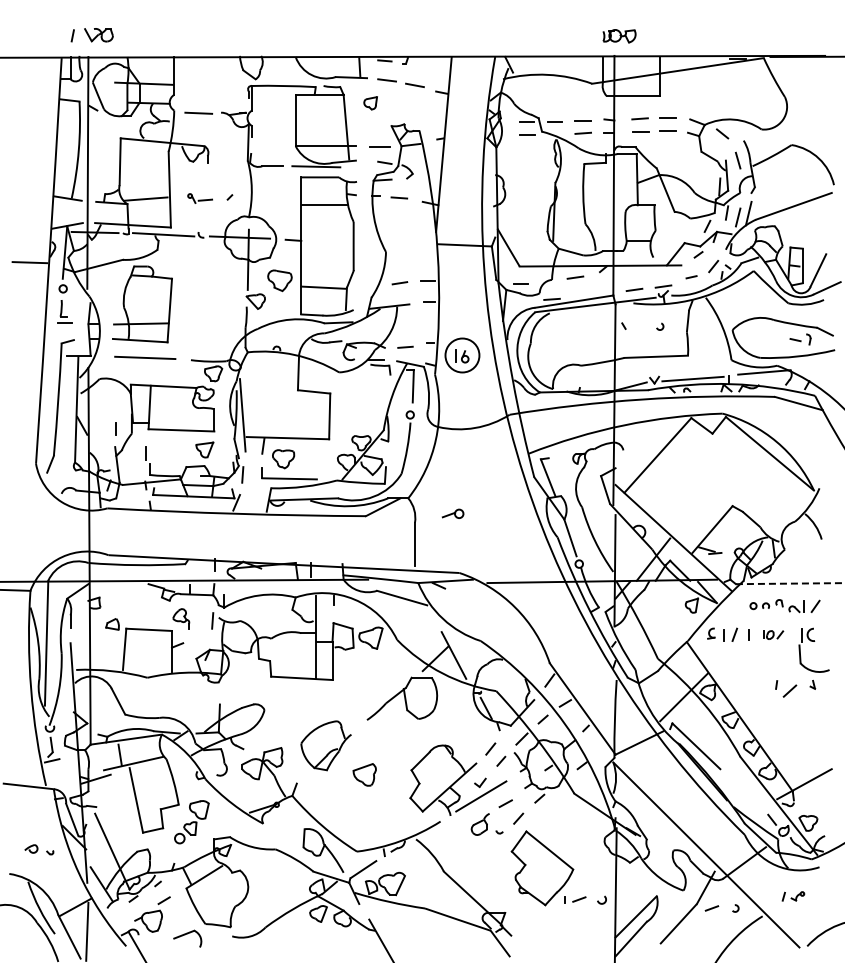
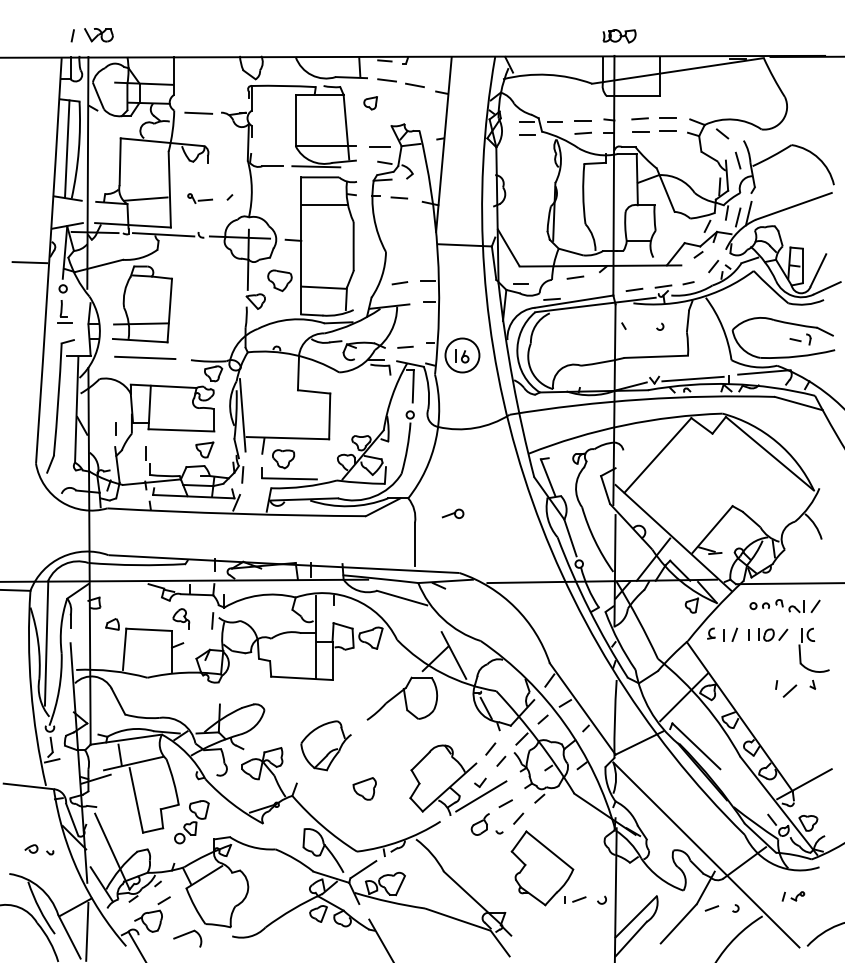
line at (67, 148): none -> present
line at (691, 277) position: (691, 277) -> (688, 283)
line at (790, 583): dashed -> solid
part at (773, 634) size: 22x10 px -> 31x14 px
part at (364, 774) position: (364, 774) -> (364, 788)
